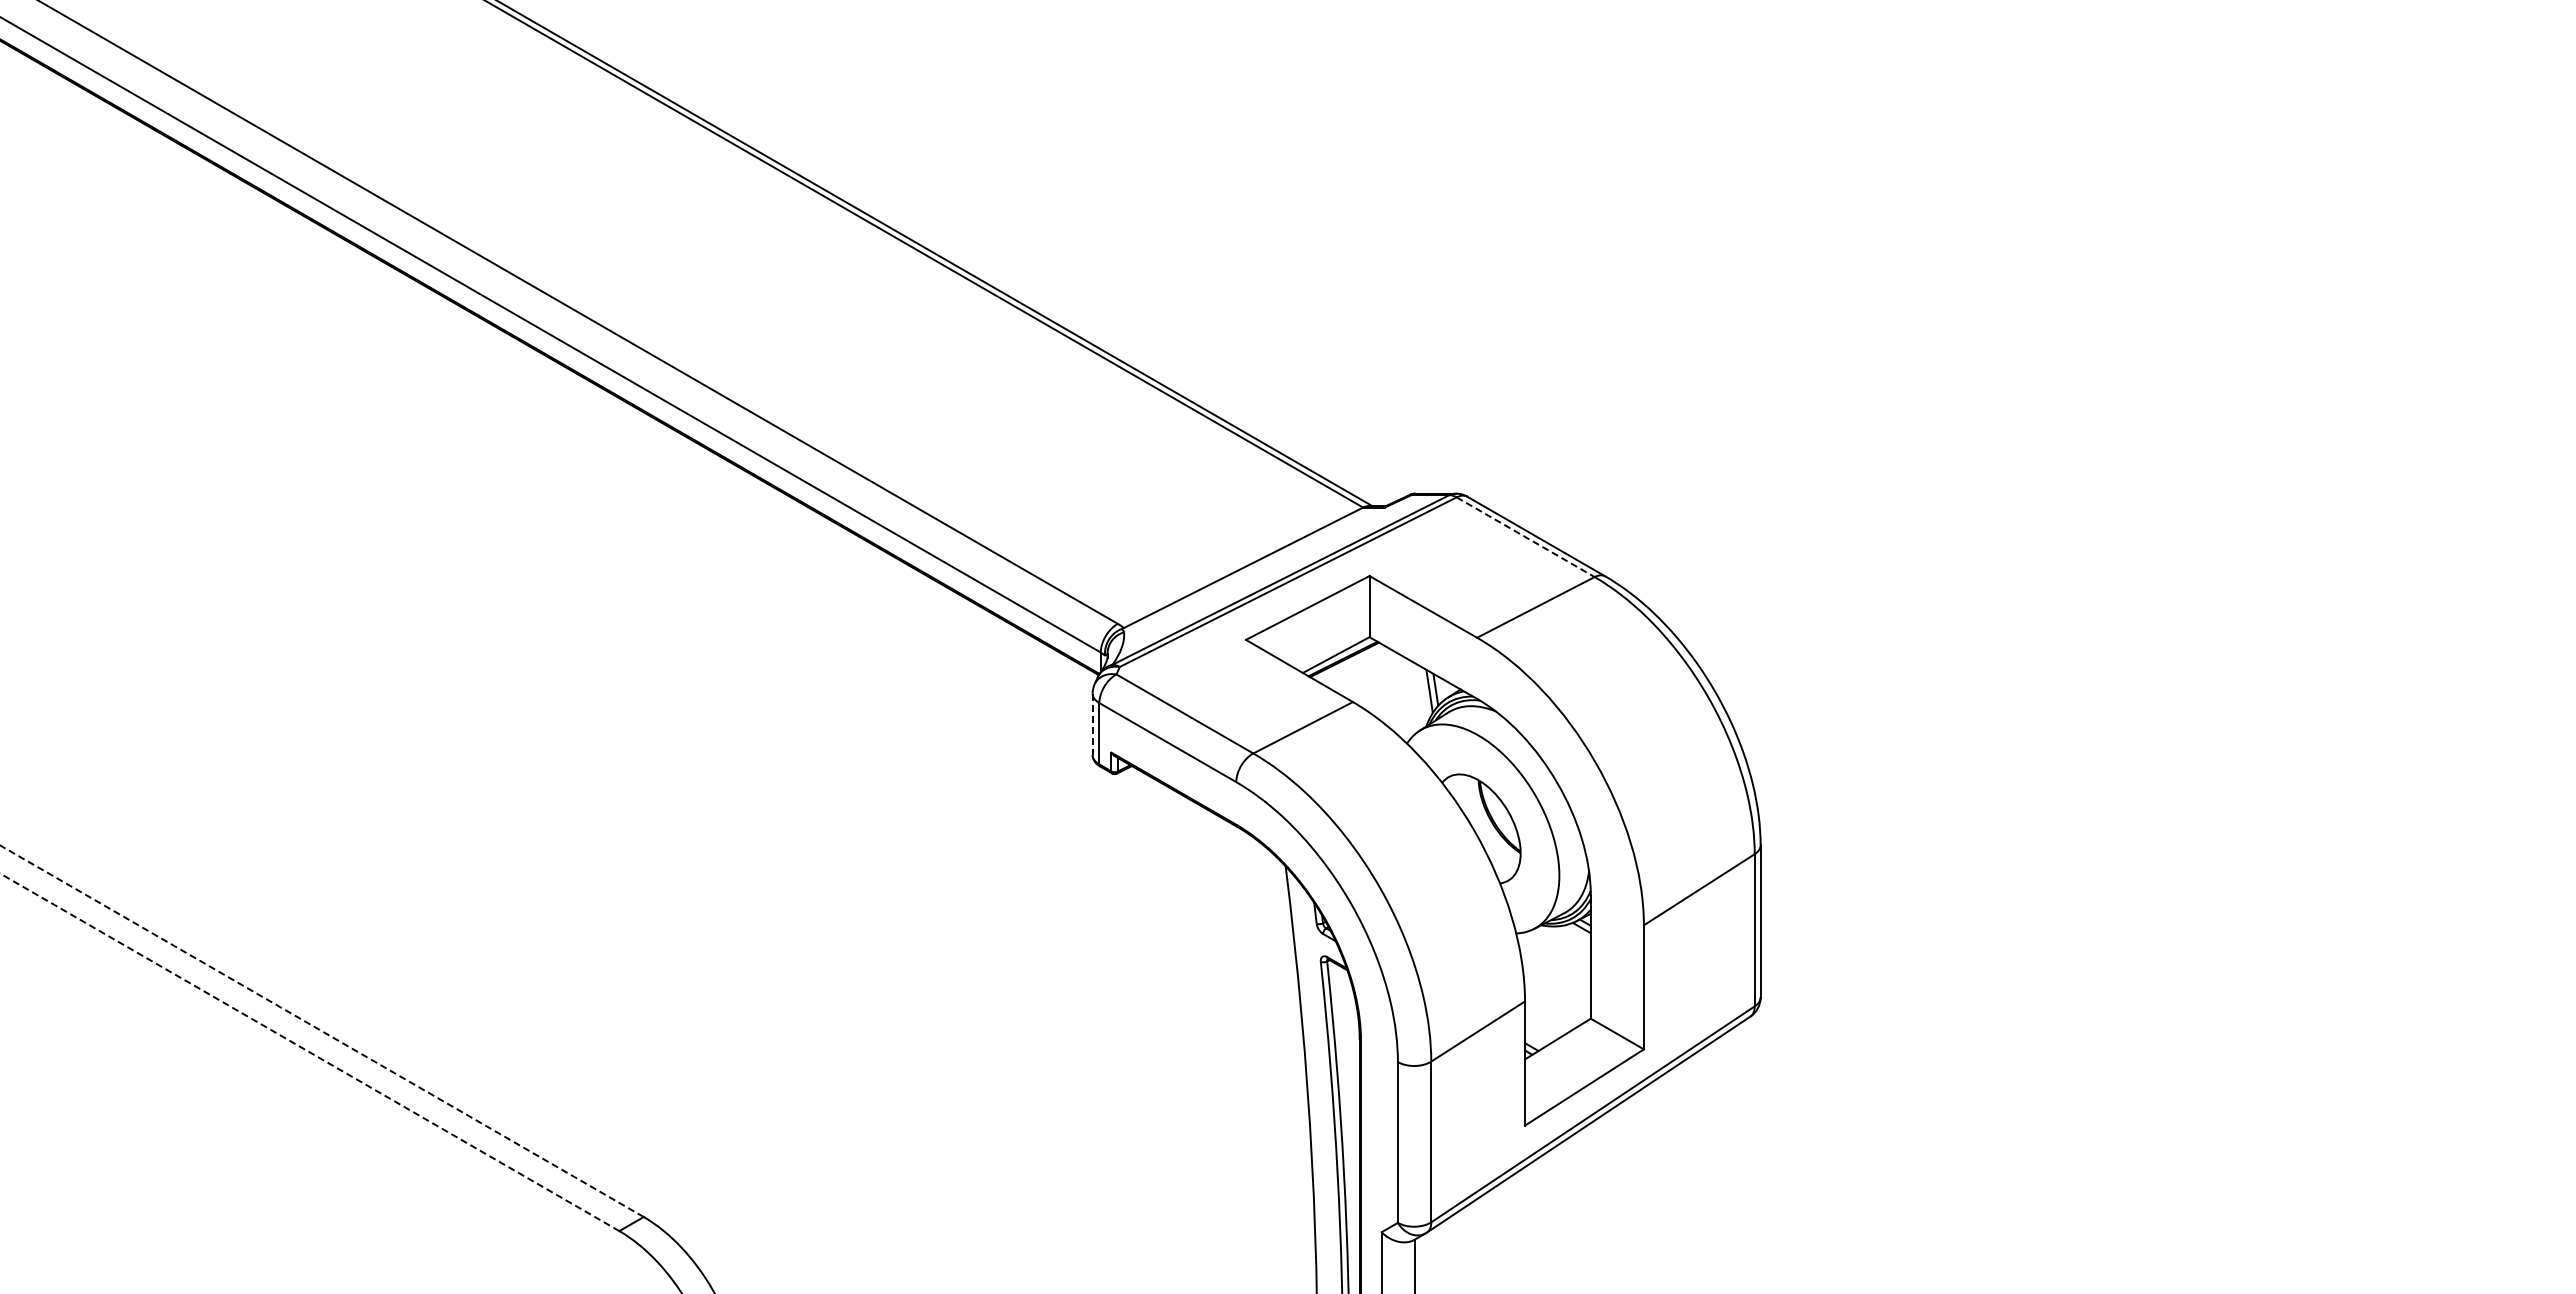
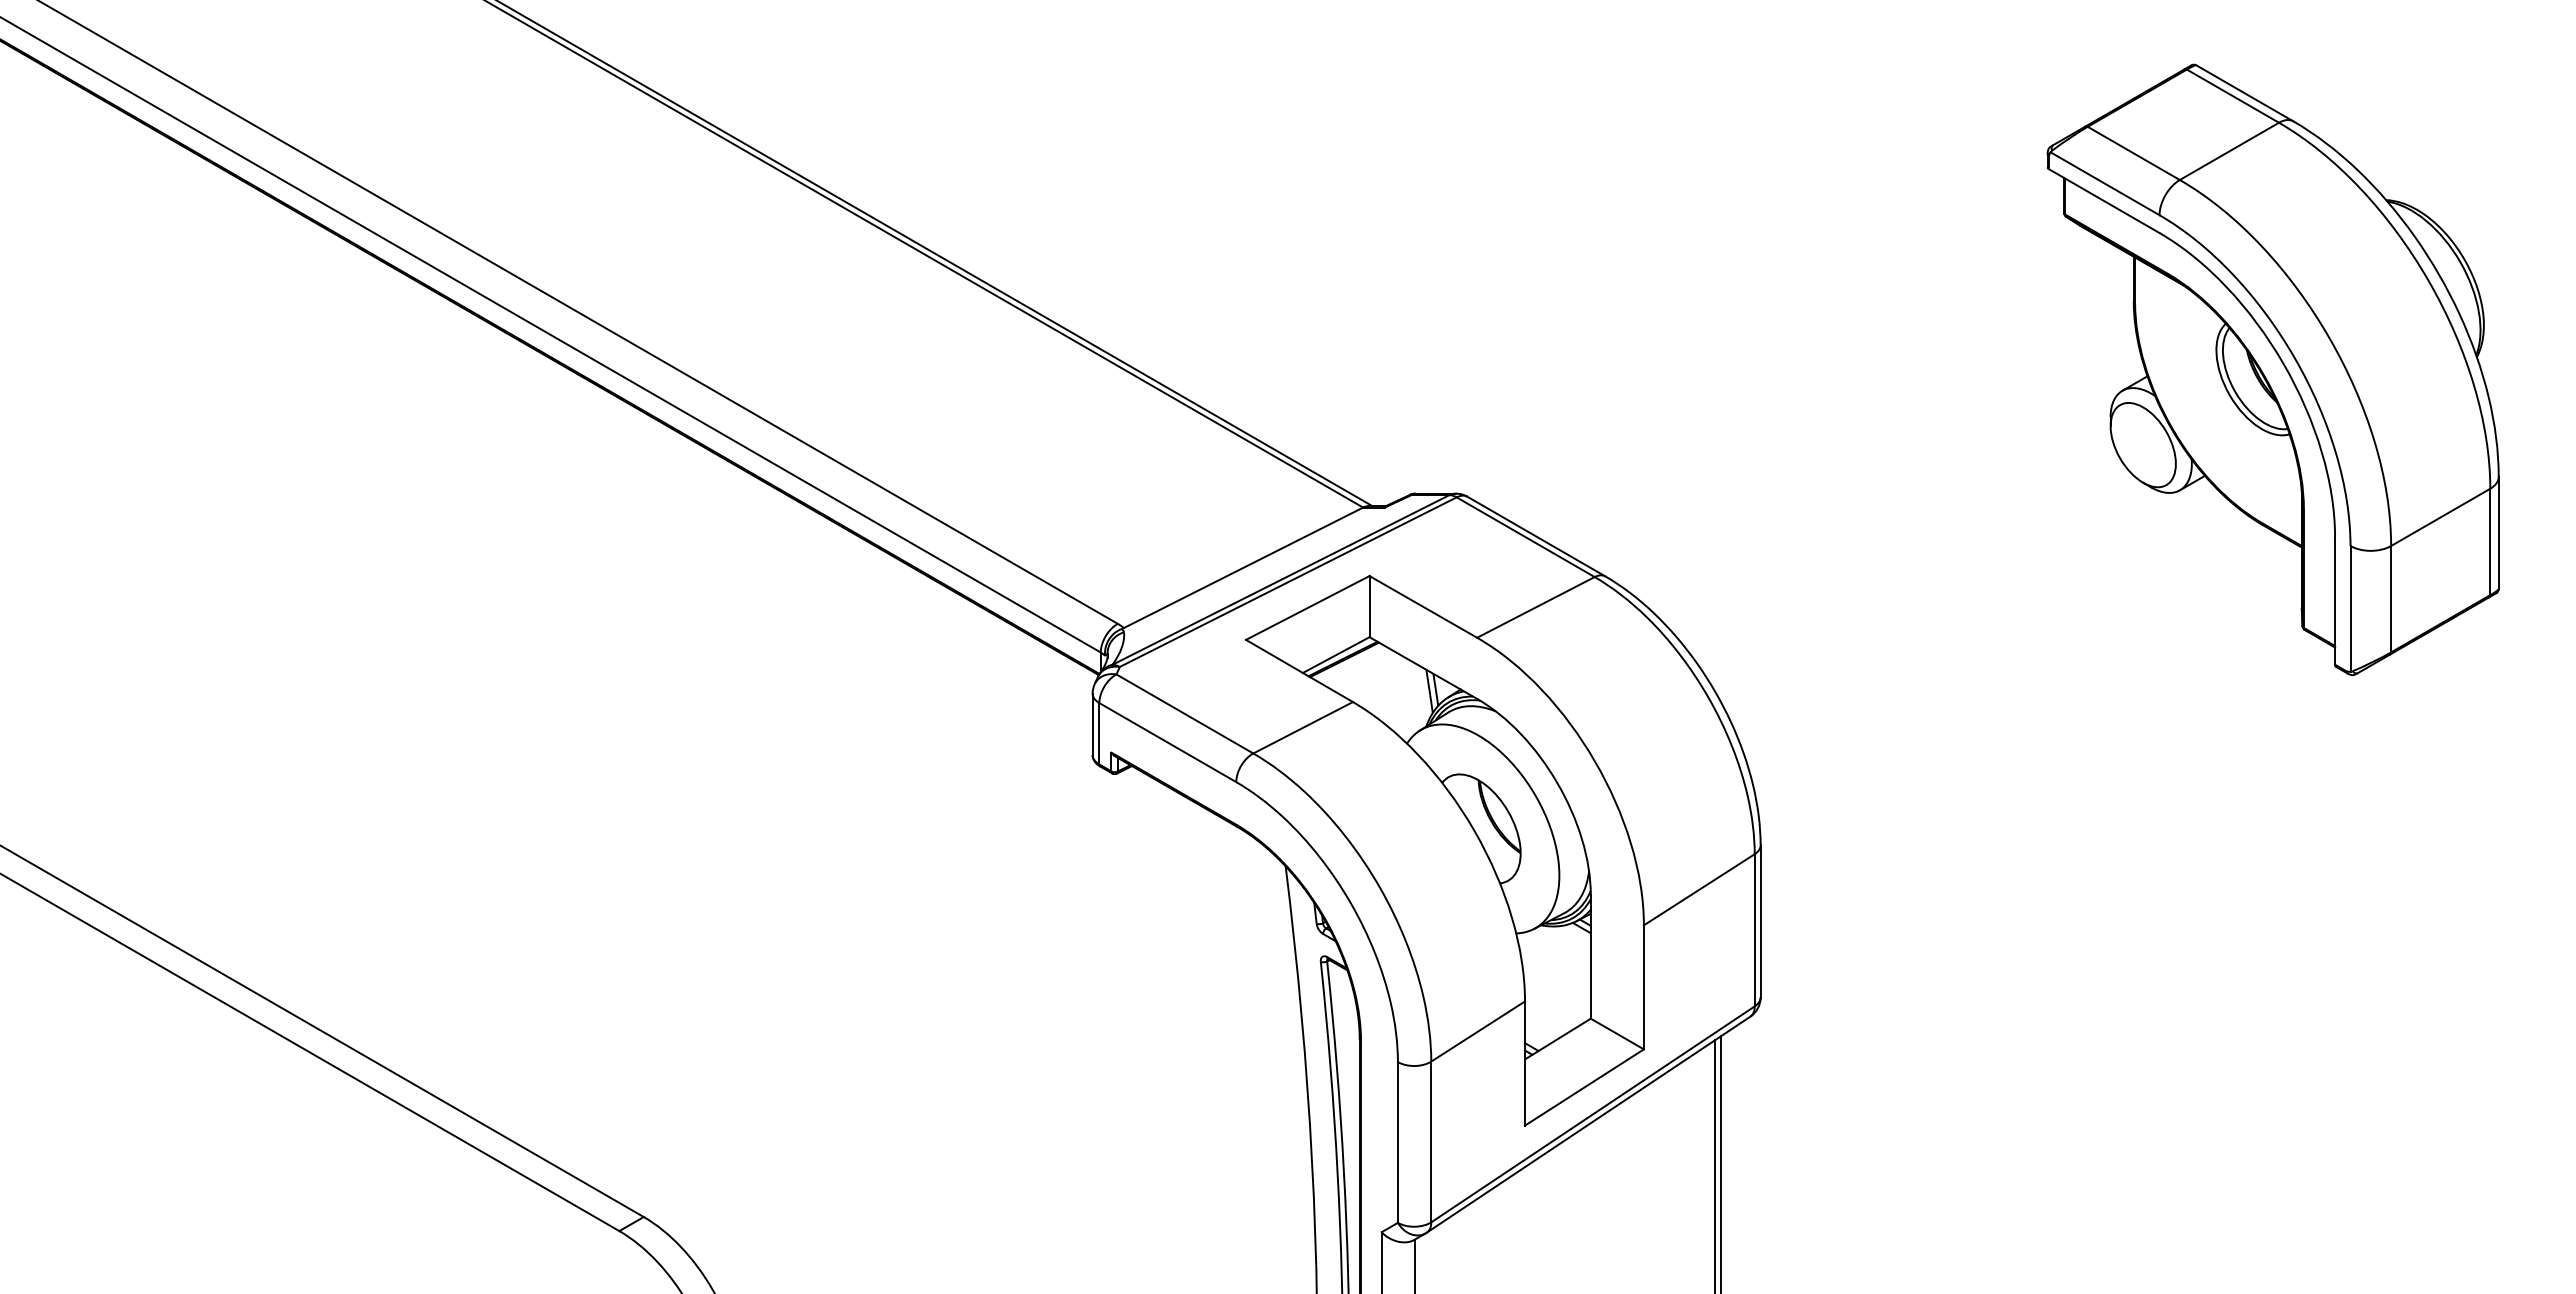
part at (2272, 369): none -> present
line at (1525, 537): dashed -> solid
line at (1092, 724): dashed -> solid
line at (321, 1031): dashed -> solid
line at (309, 1052): dashed -> solid
line at (1721, 1163): none -> present
line at (1715, 1165): none -> present
